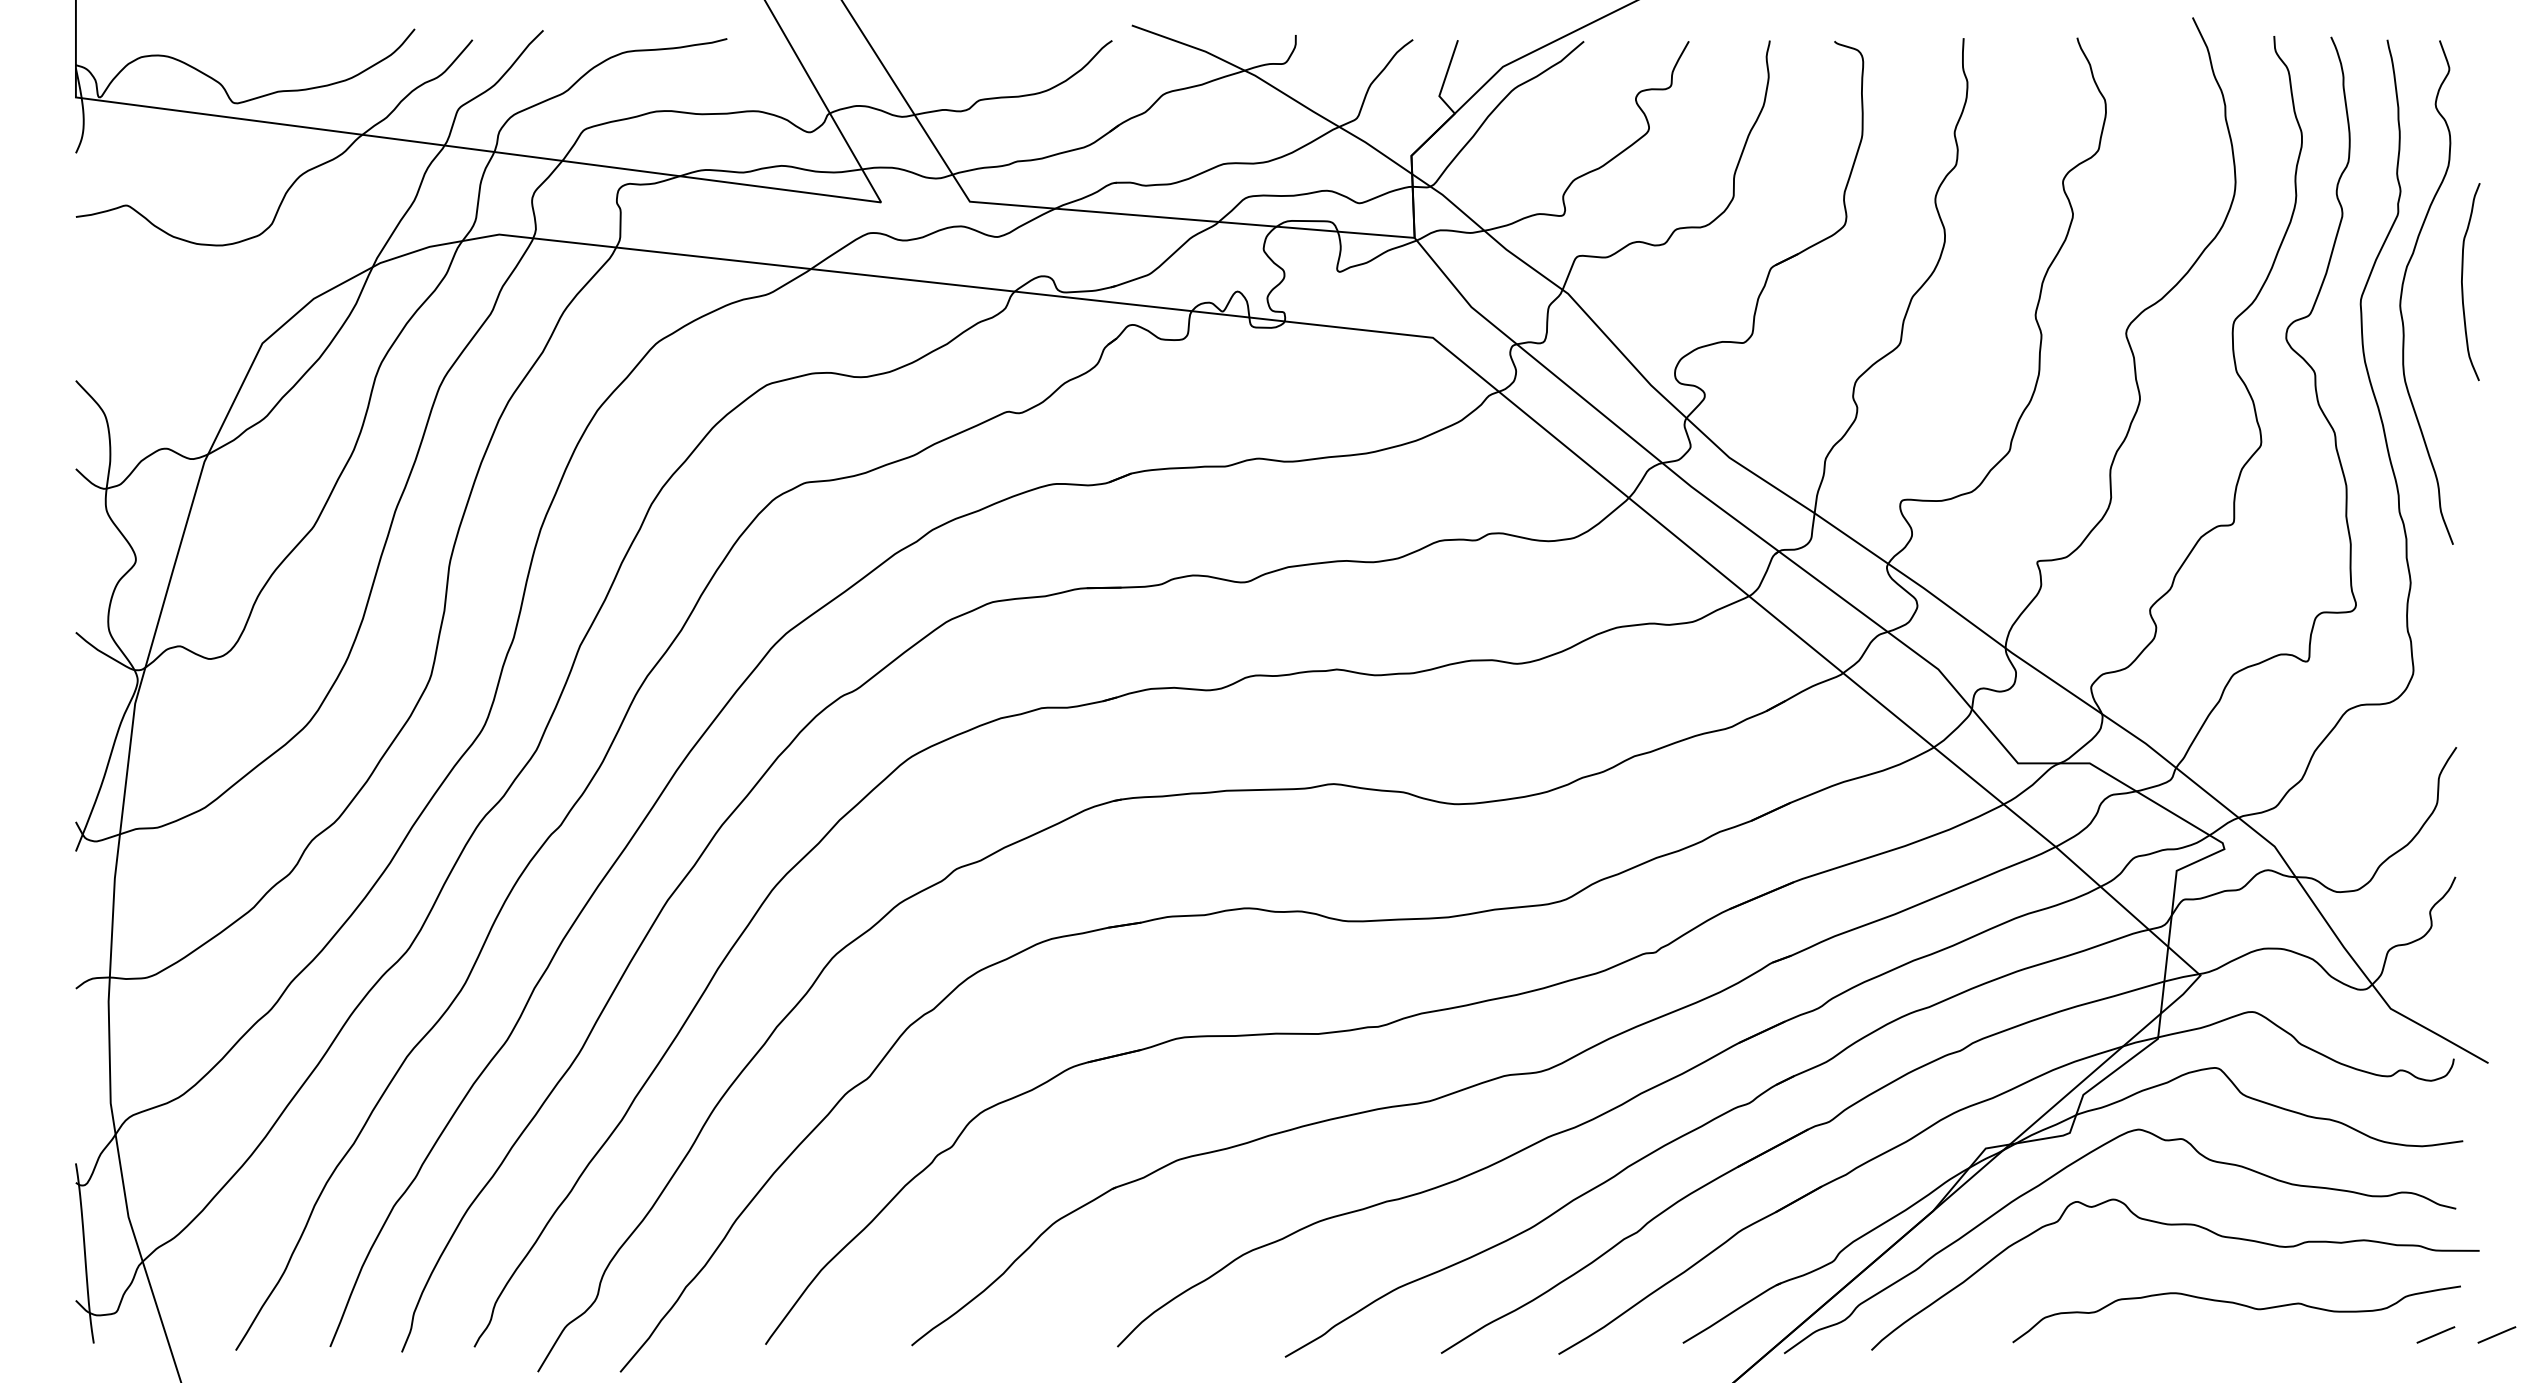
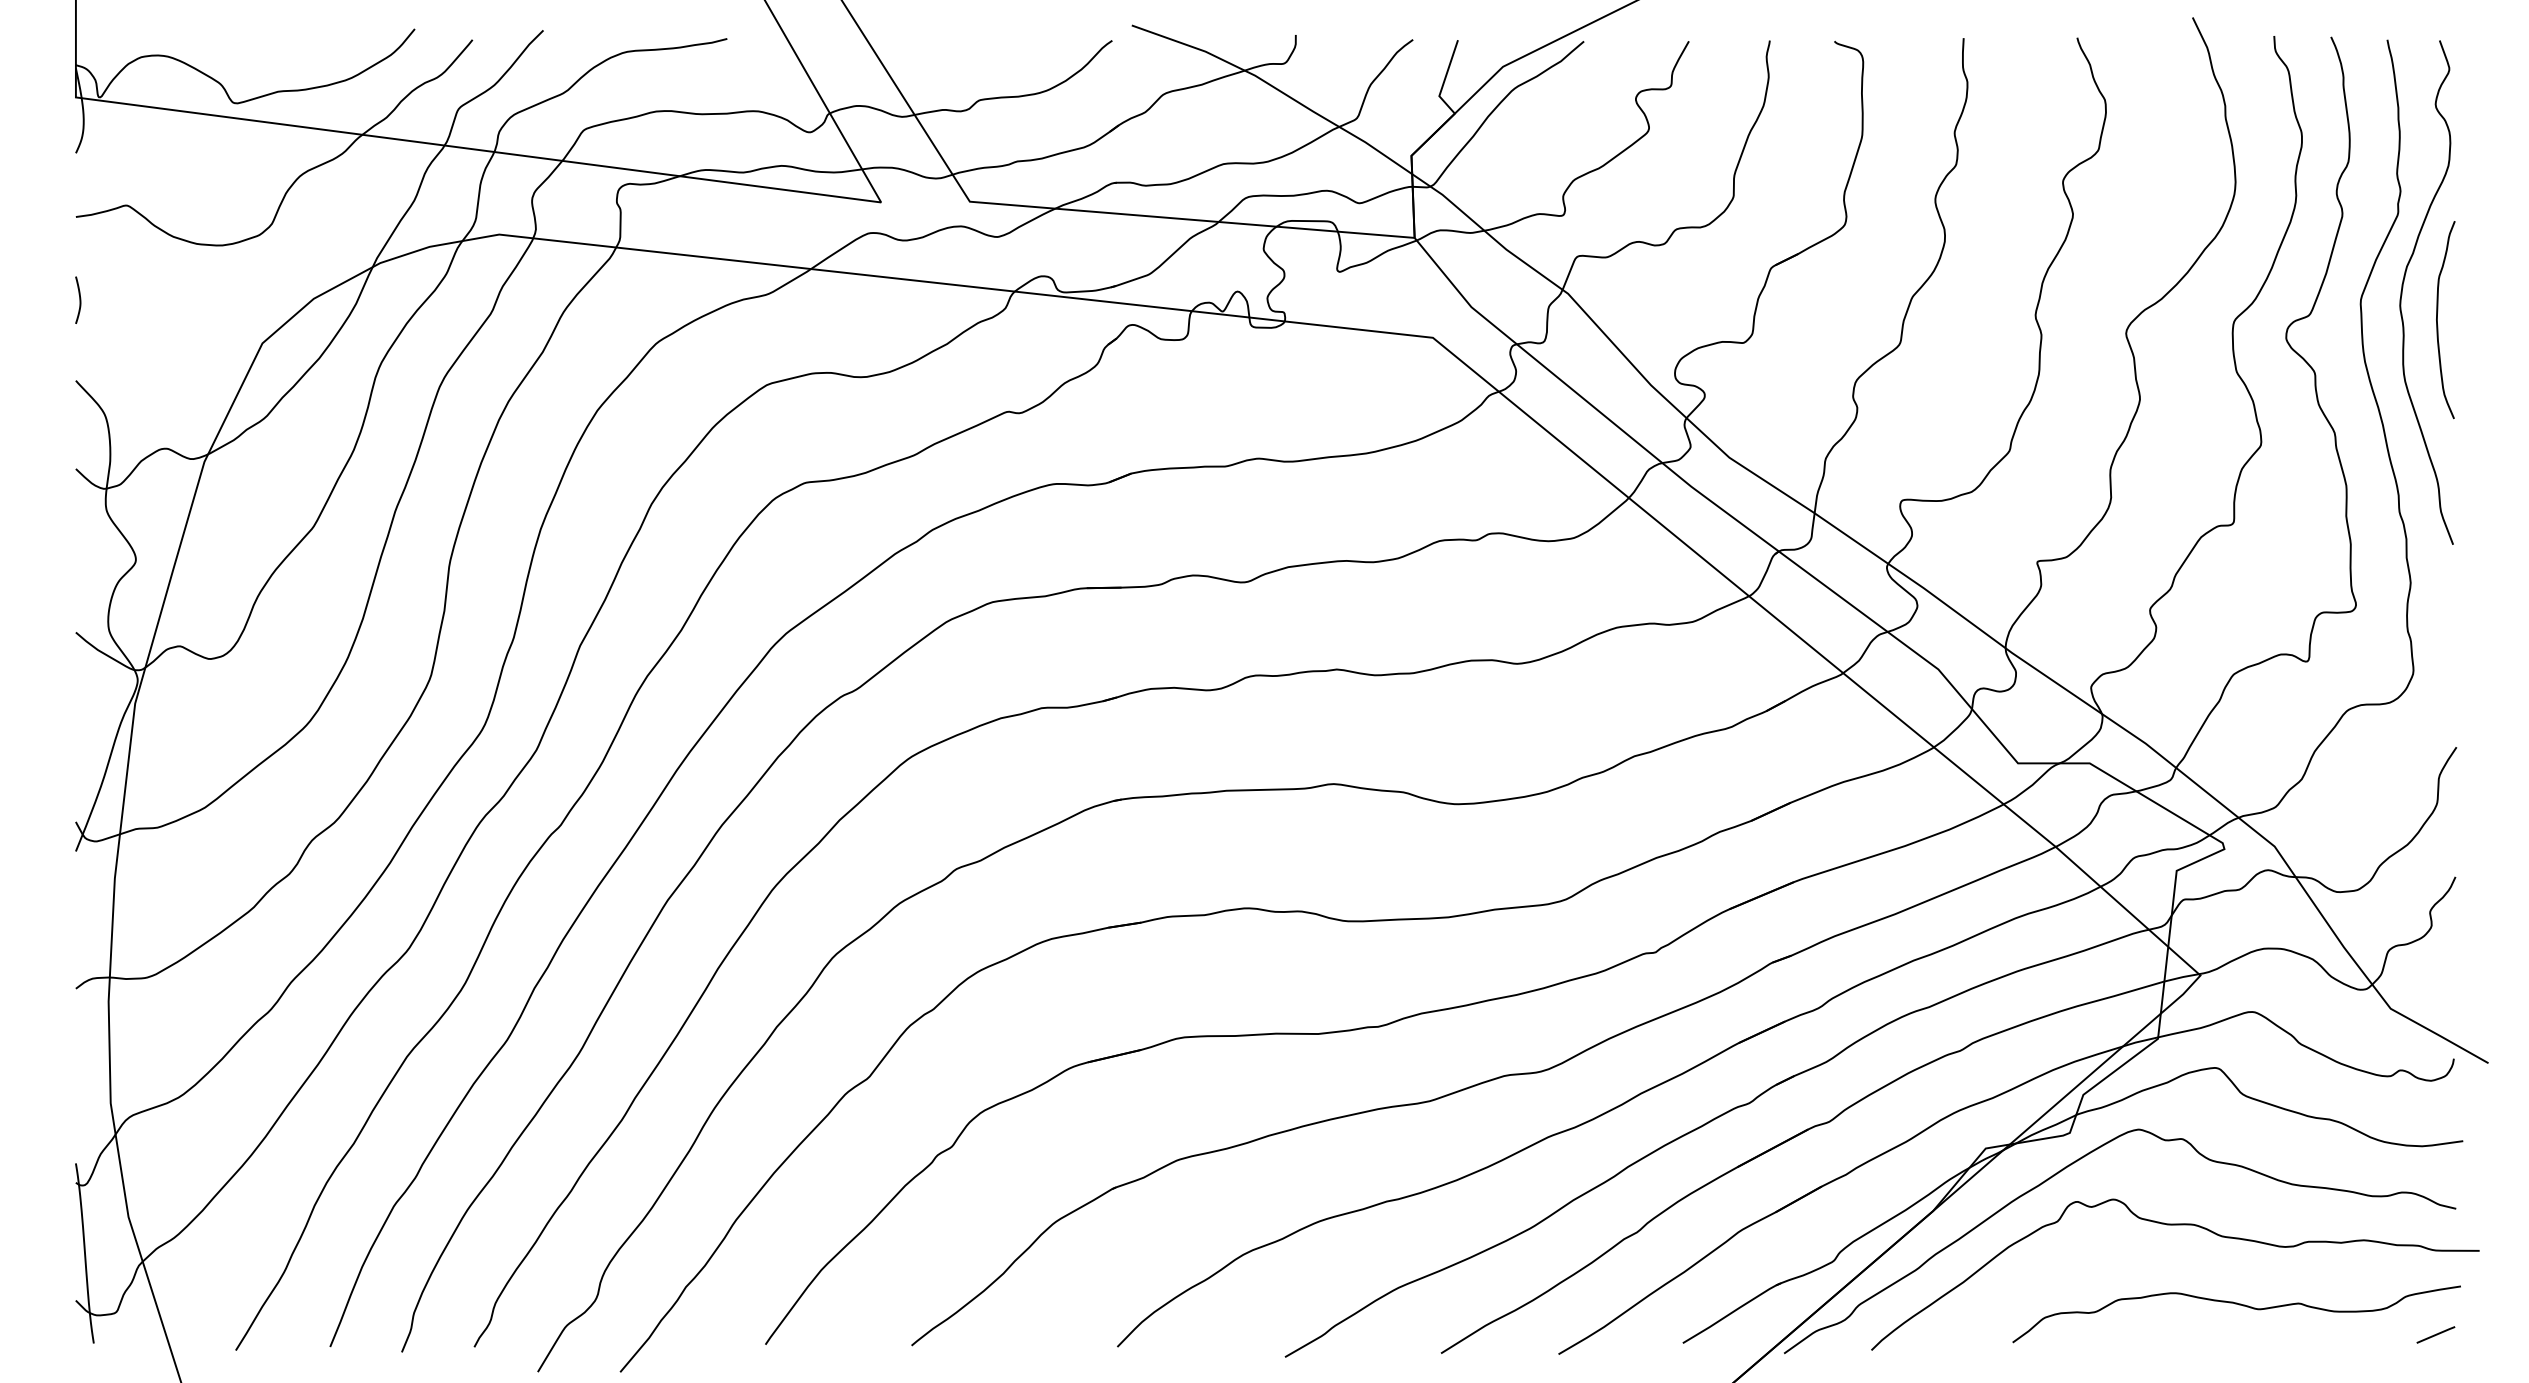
curve at (2462, 282) position: (2462, 282) -> (2437, 320)
curve at (79, 299): none -> present
line at (2496, 1334): present -> none
